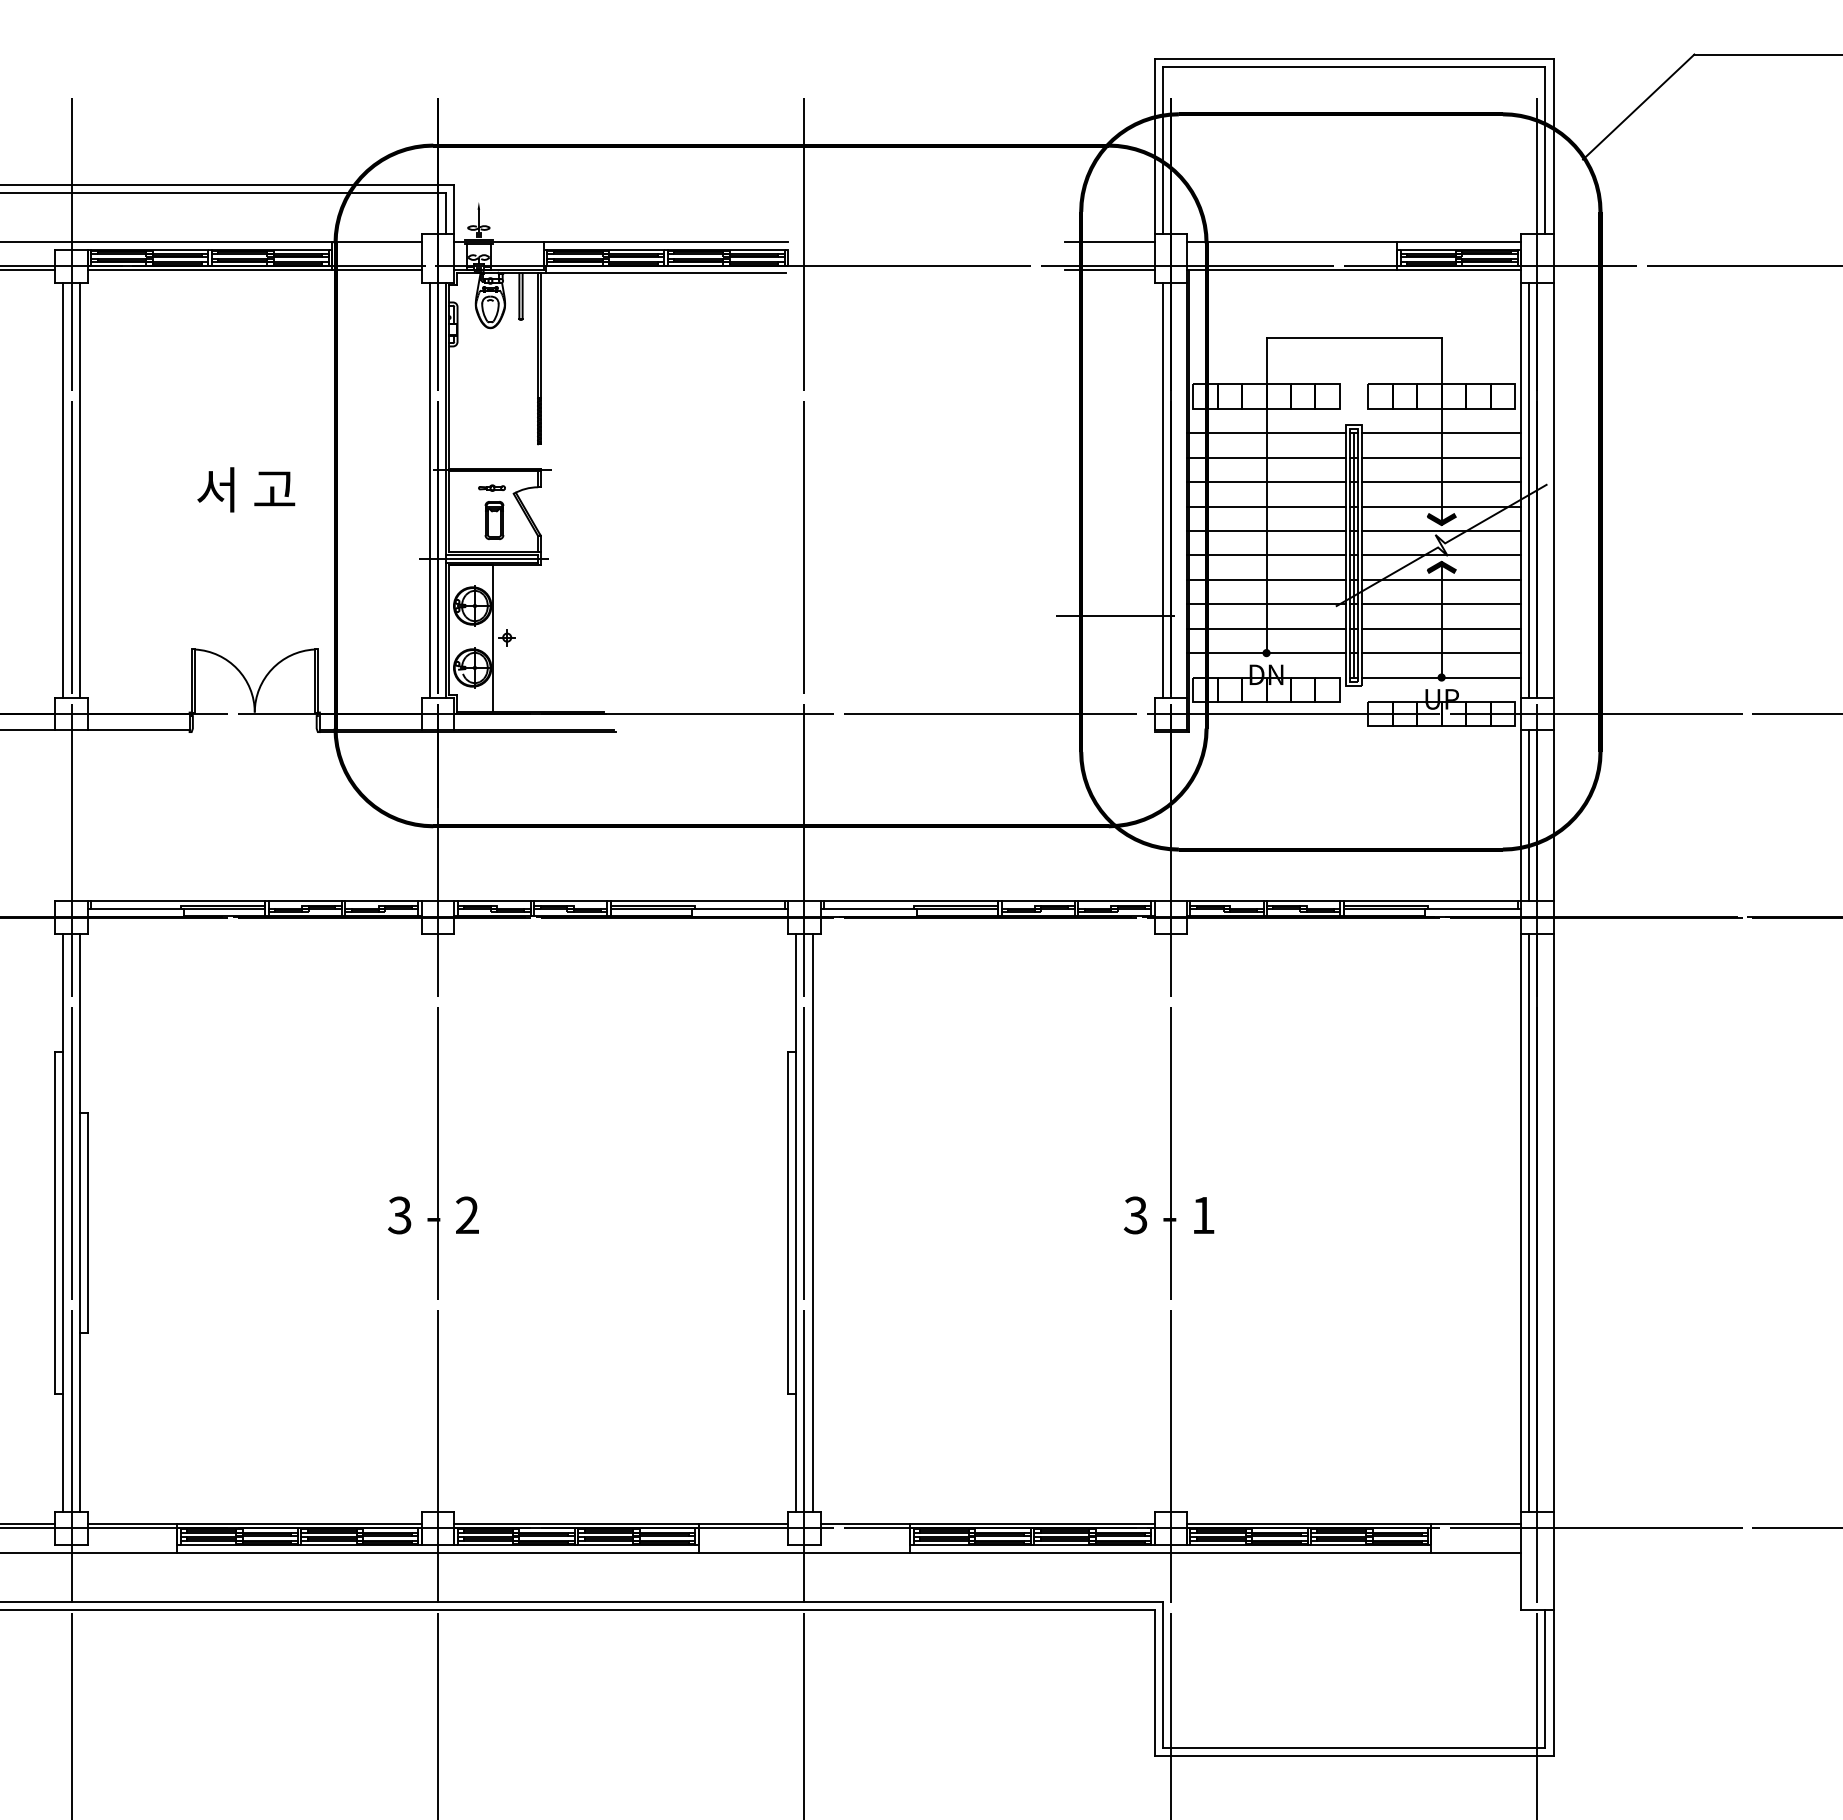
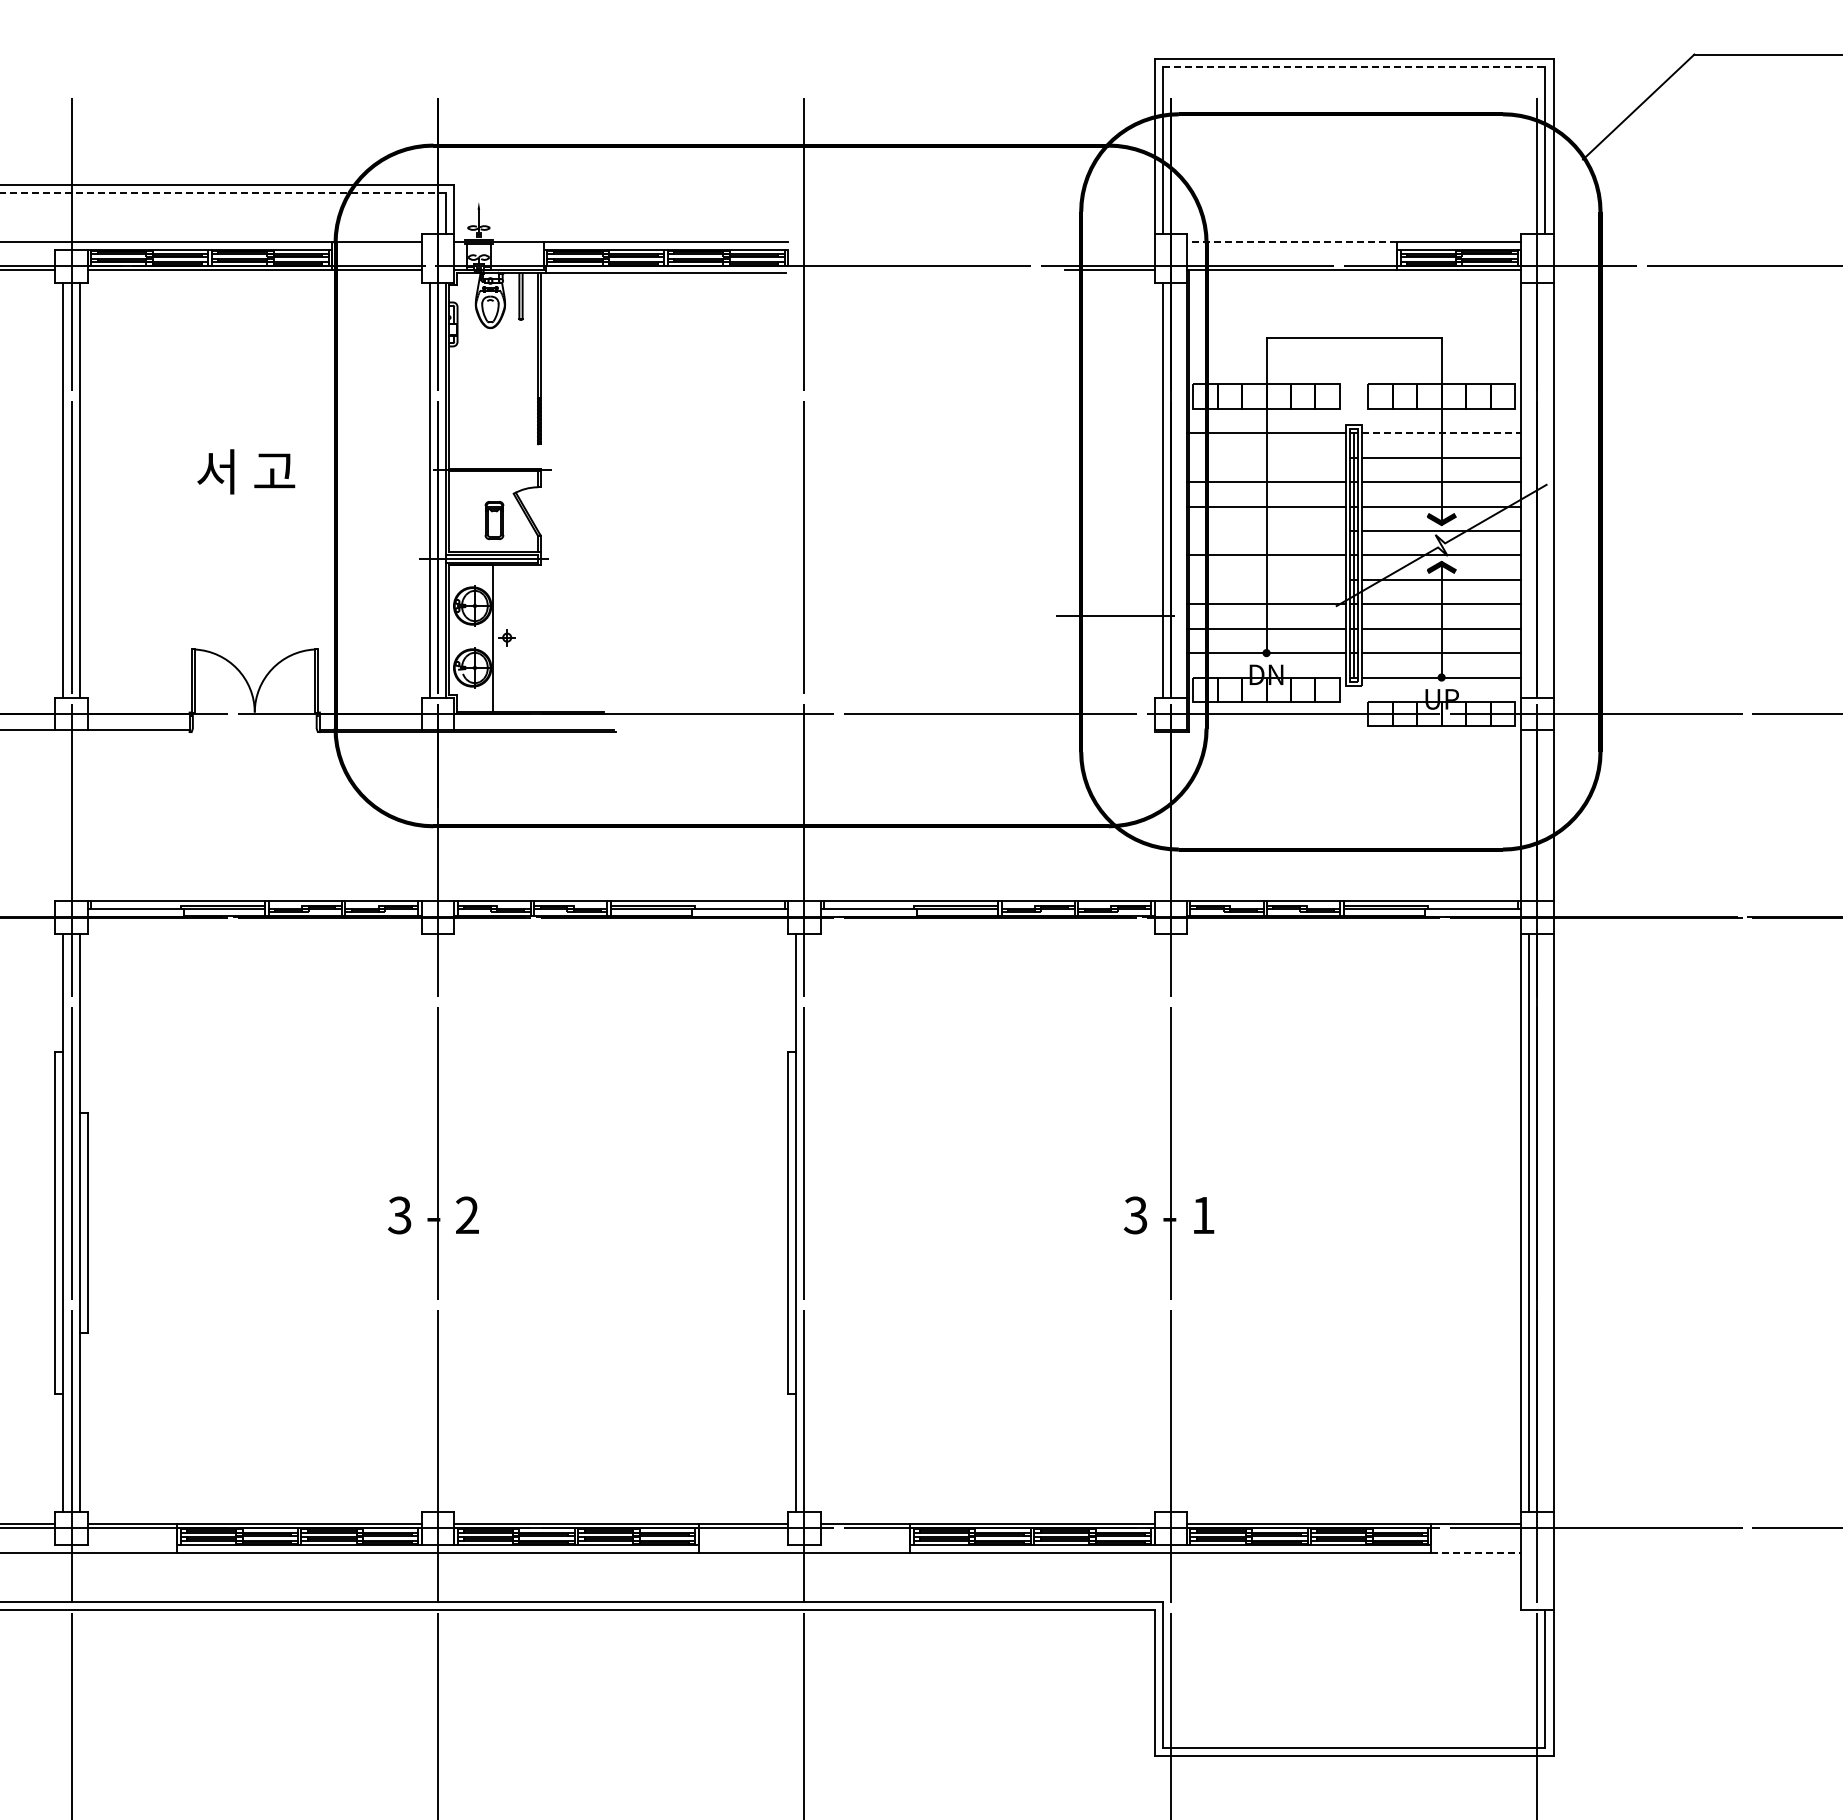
line at (1354, 66): solid -> dashed
line at (223, 193): solid -> dashed
line at (1109, 241): present -> none
line at (1291, 241): solid -> dashed
line at (1442, 433): solid -> dashed
line at (1266, 457): present -> none
part at (491, 487): present -> none
text at (246, 489) position: (246, 489) -> (246, 471)
line at (1529, 489): present -> none
line at (1266, 530): present -> none
line at (1266, 579): present -> none
line at (1529, 815): present -> none
line at (812, 1223): present -> none
line at (1476, 1552): solid -> dashed
